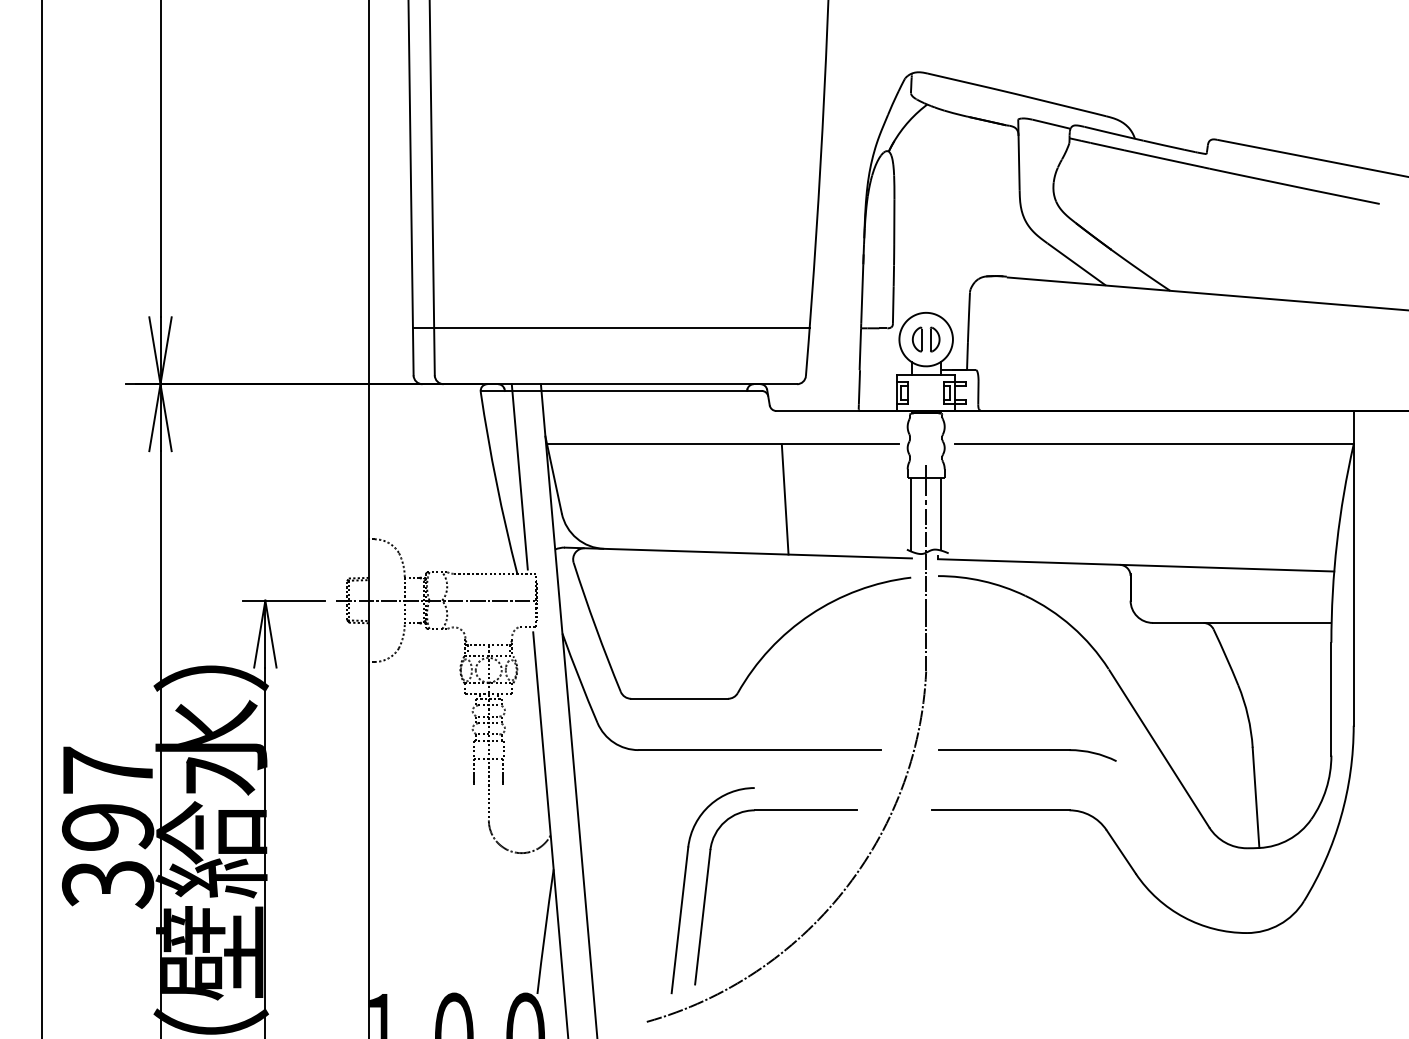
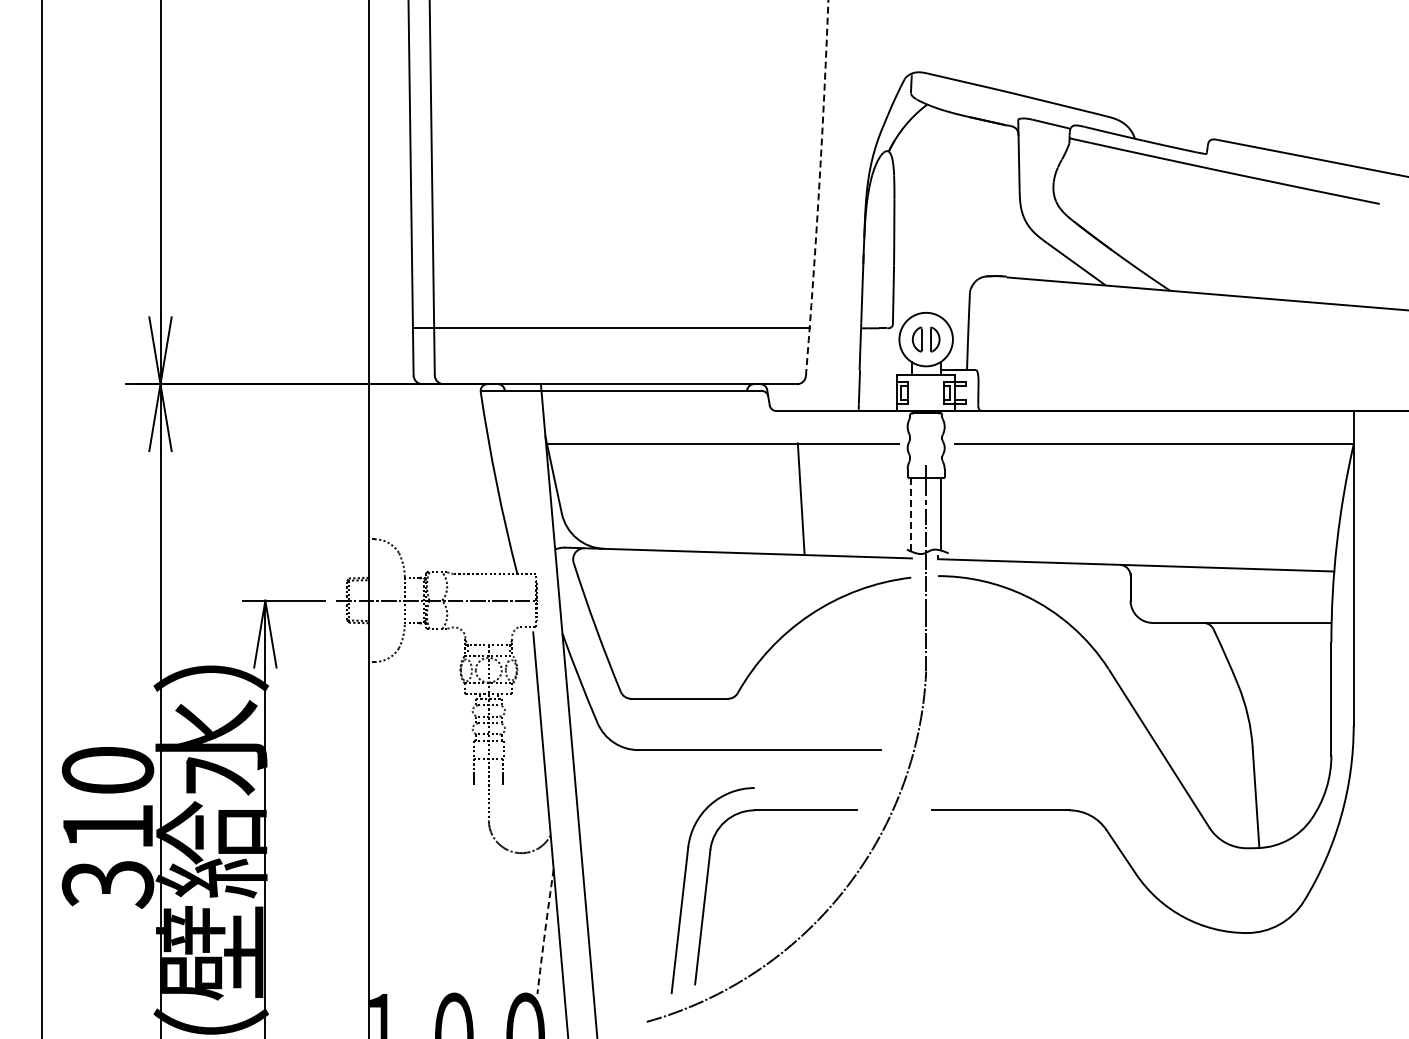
arc at (819, 187): solid -> dashed
line at (519, 476): present -> none
line at (784, 499) position: (784, 499) -> (800, 498)
line at (911, 514): solid -> dashed
part at (1027, 755): present -> none
text at (107, 798): 397 -> 310
arc at (545, 931): solid -> dashed
